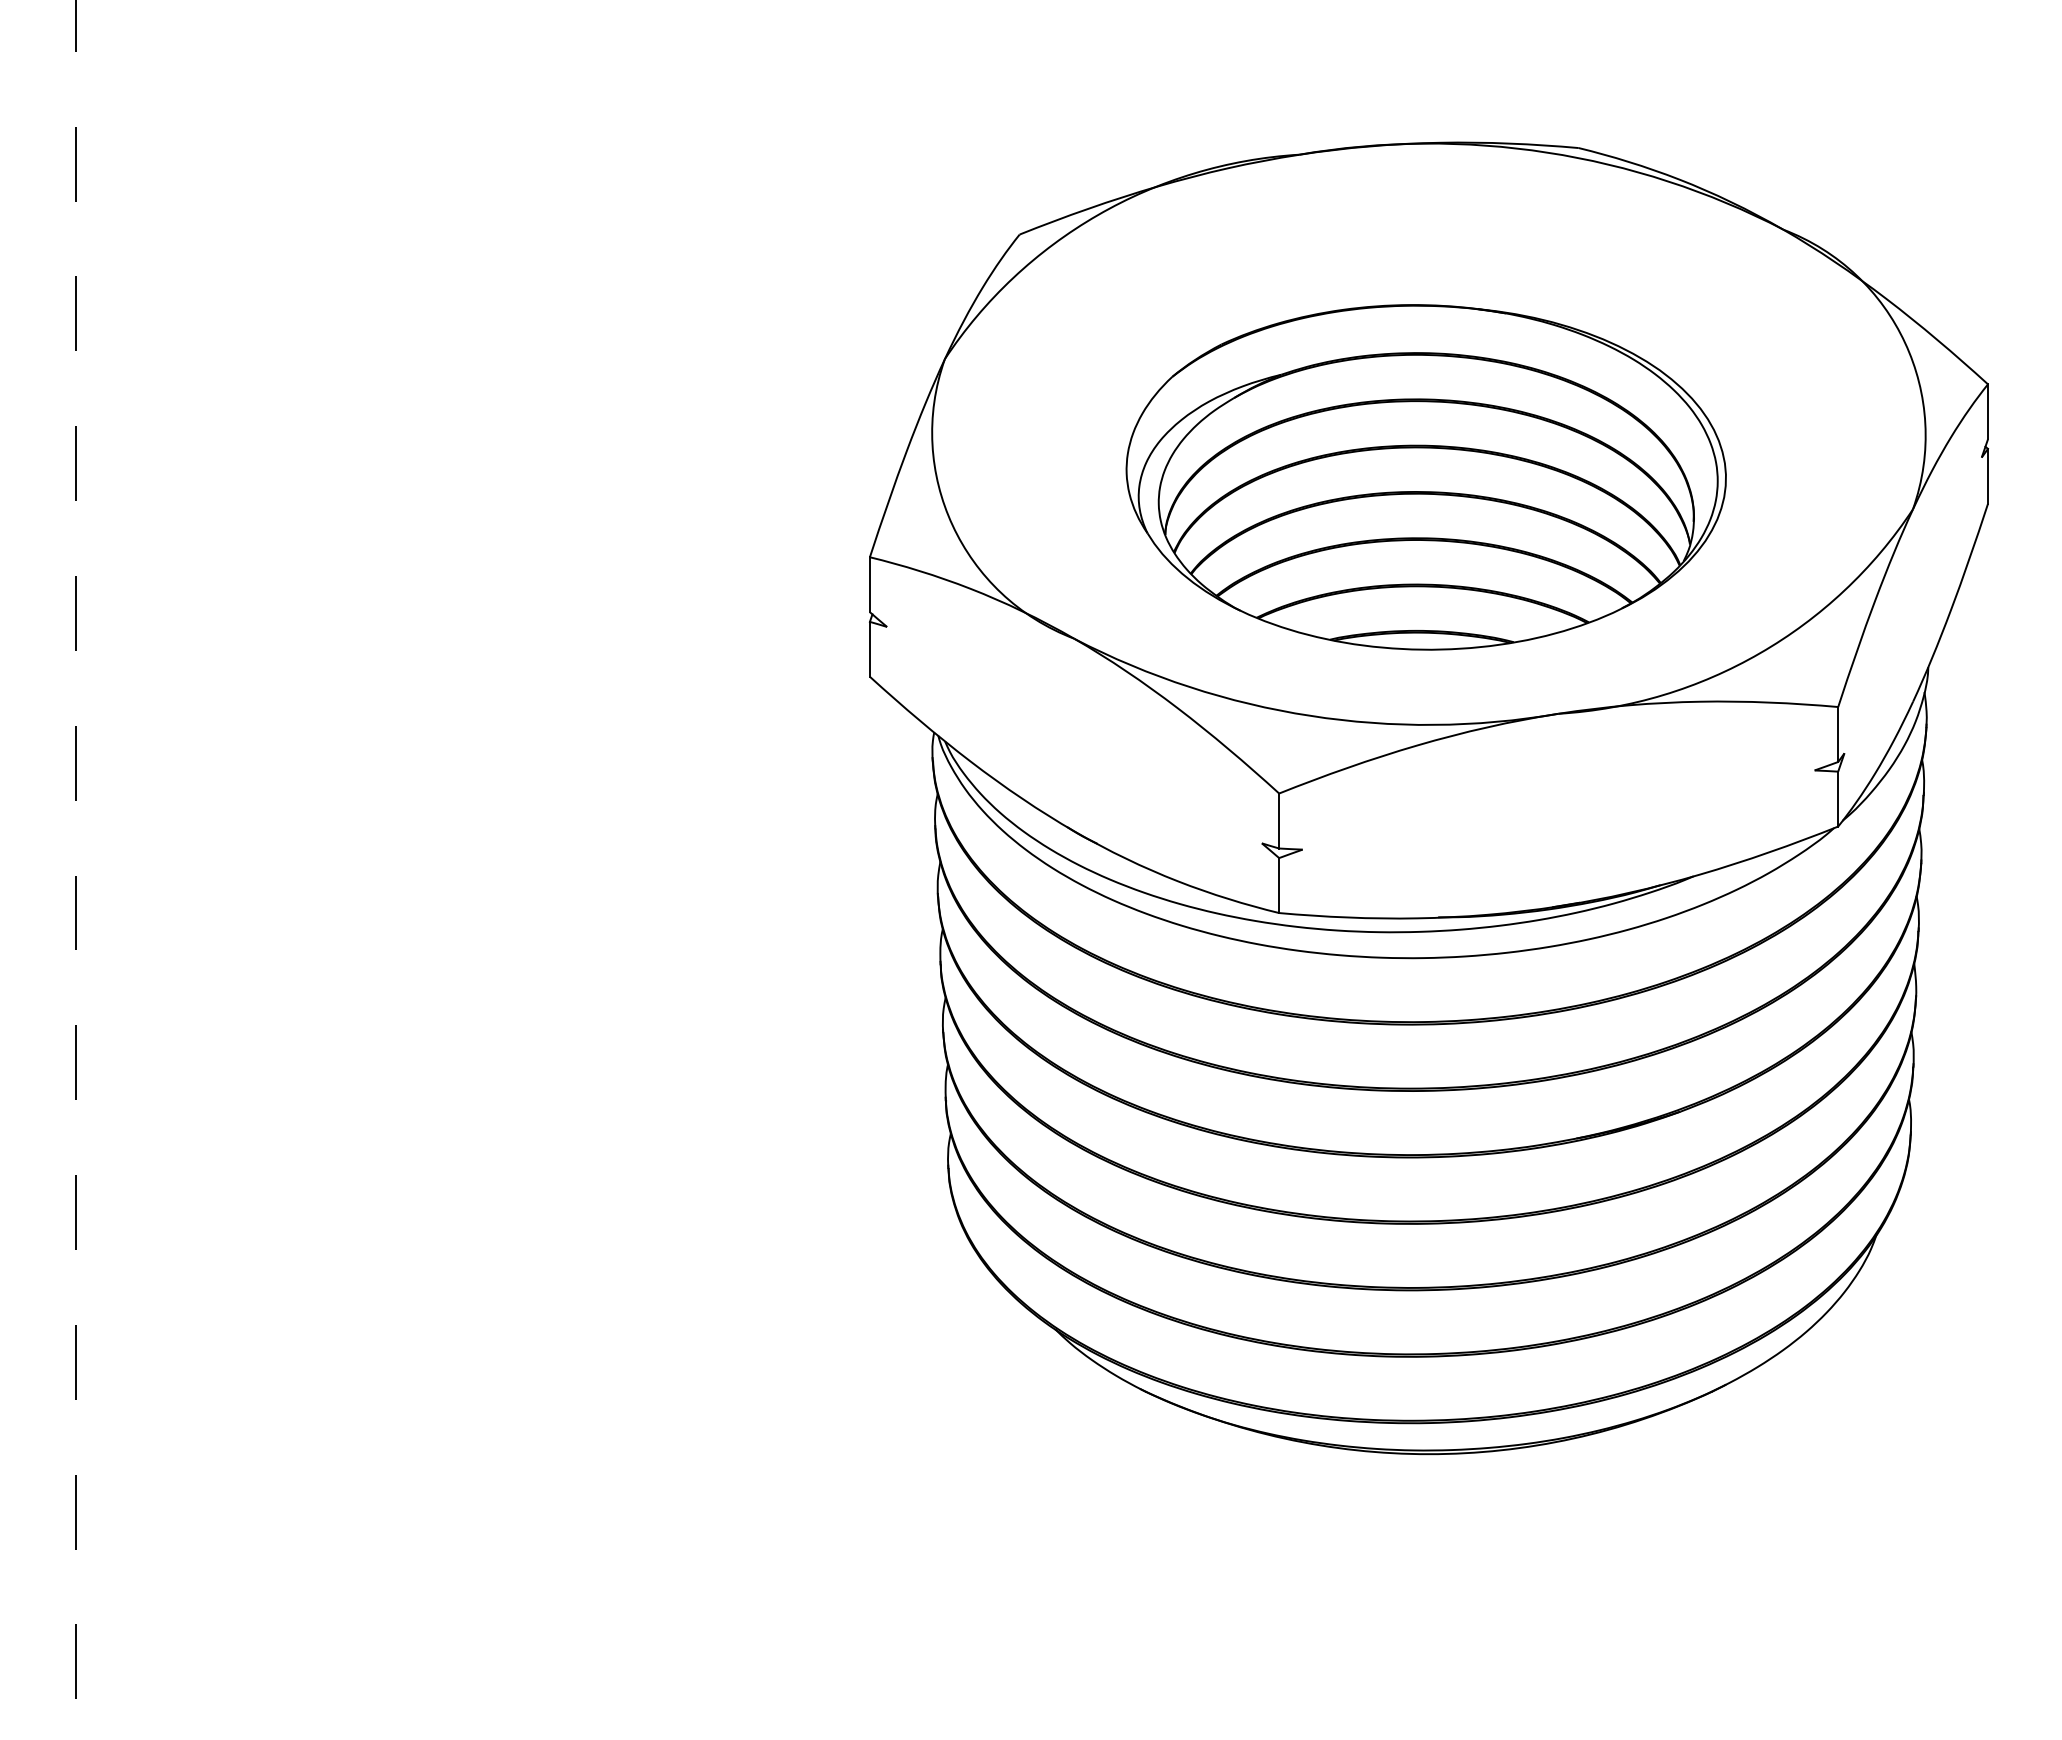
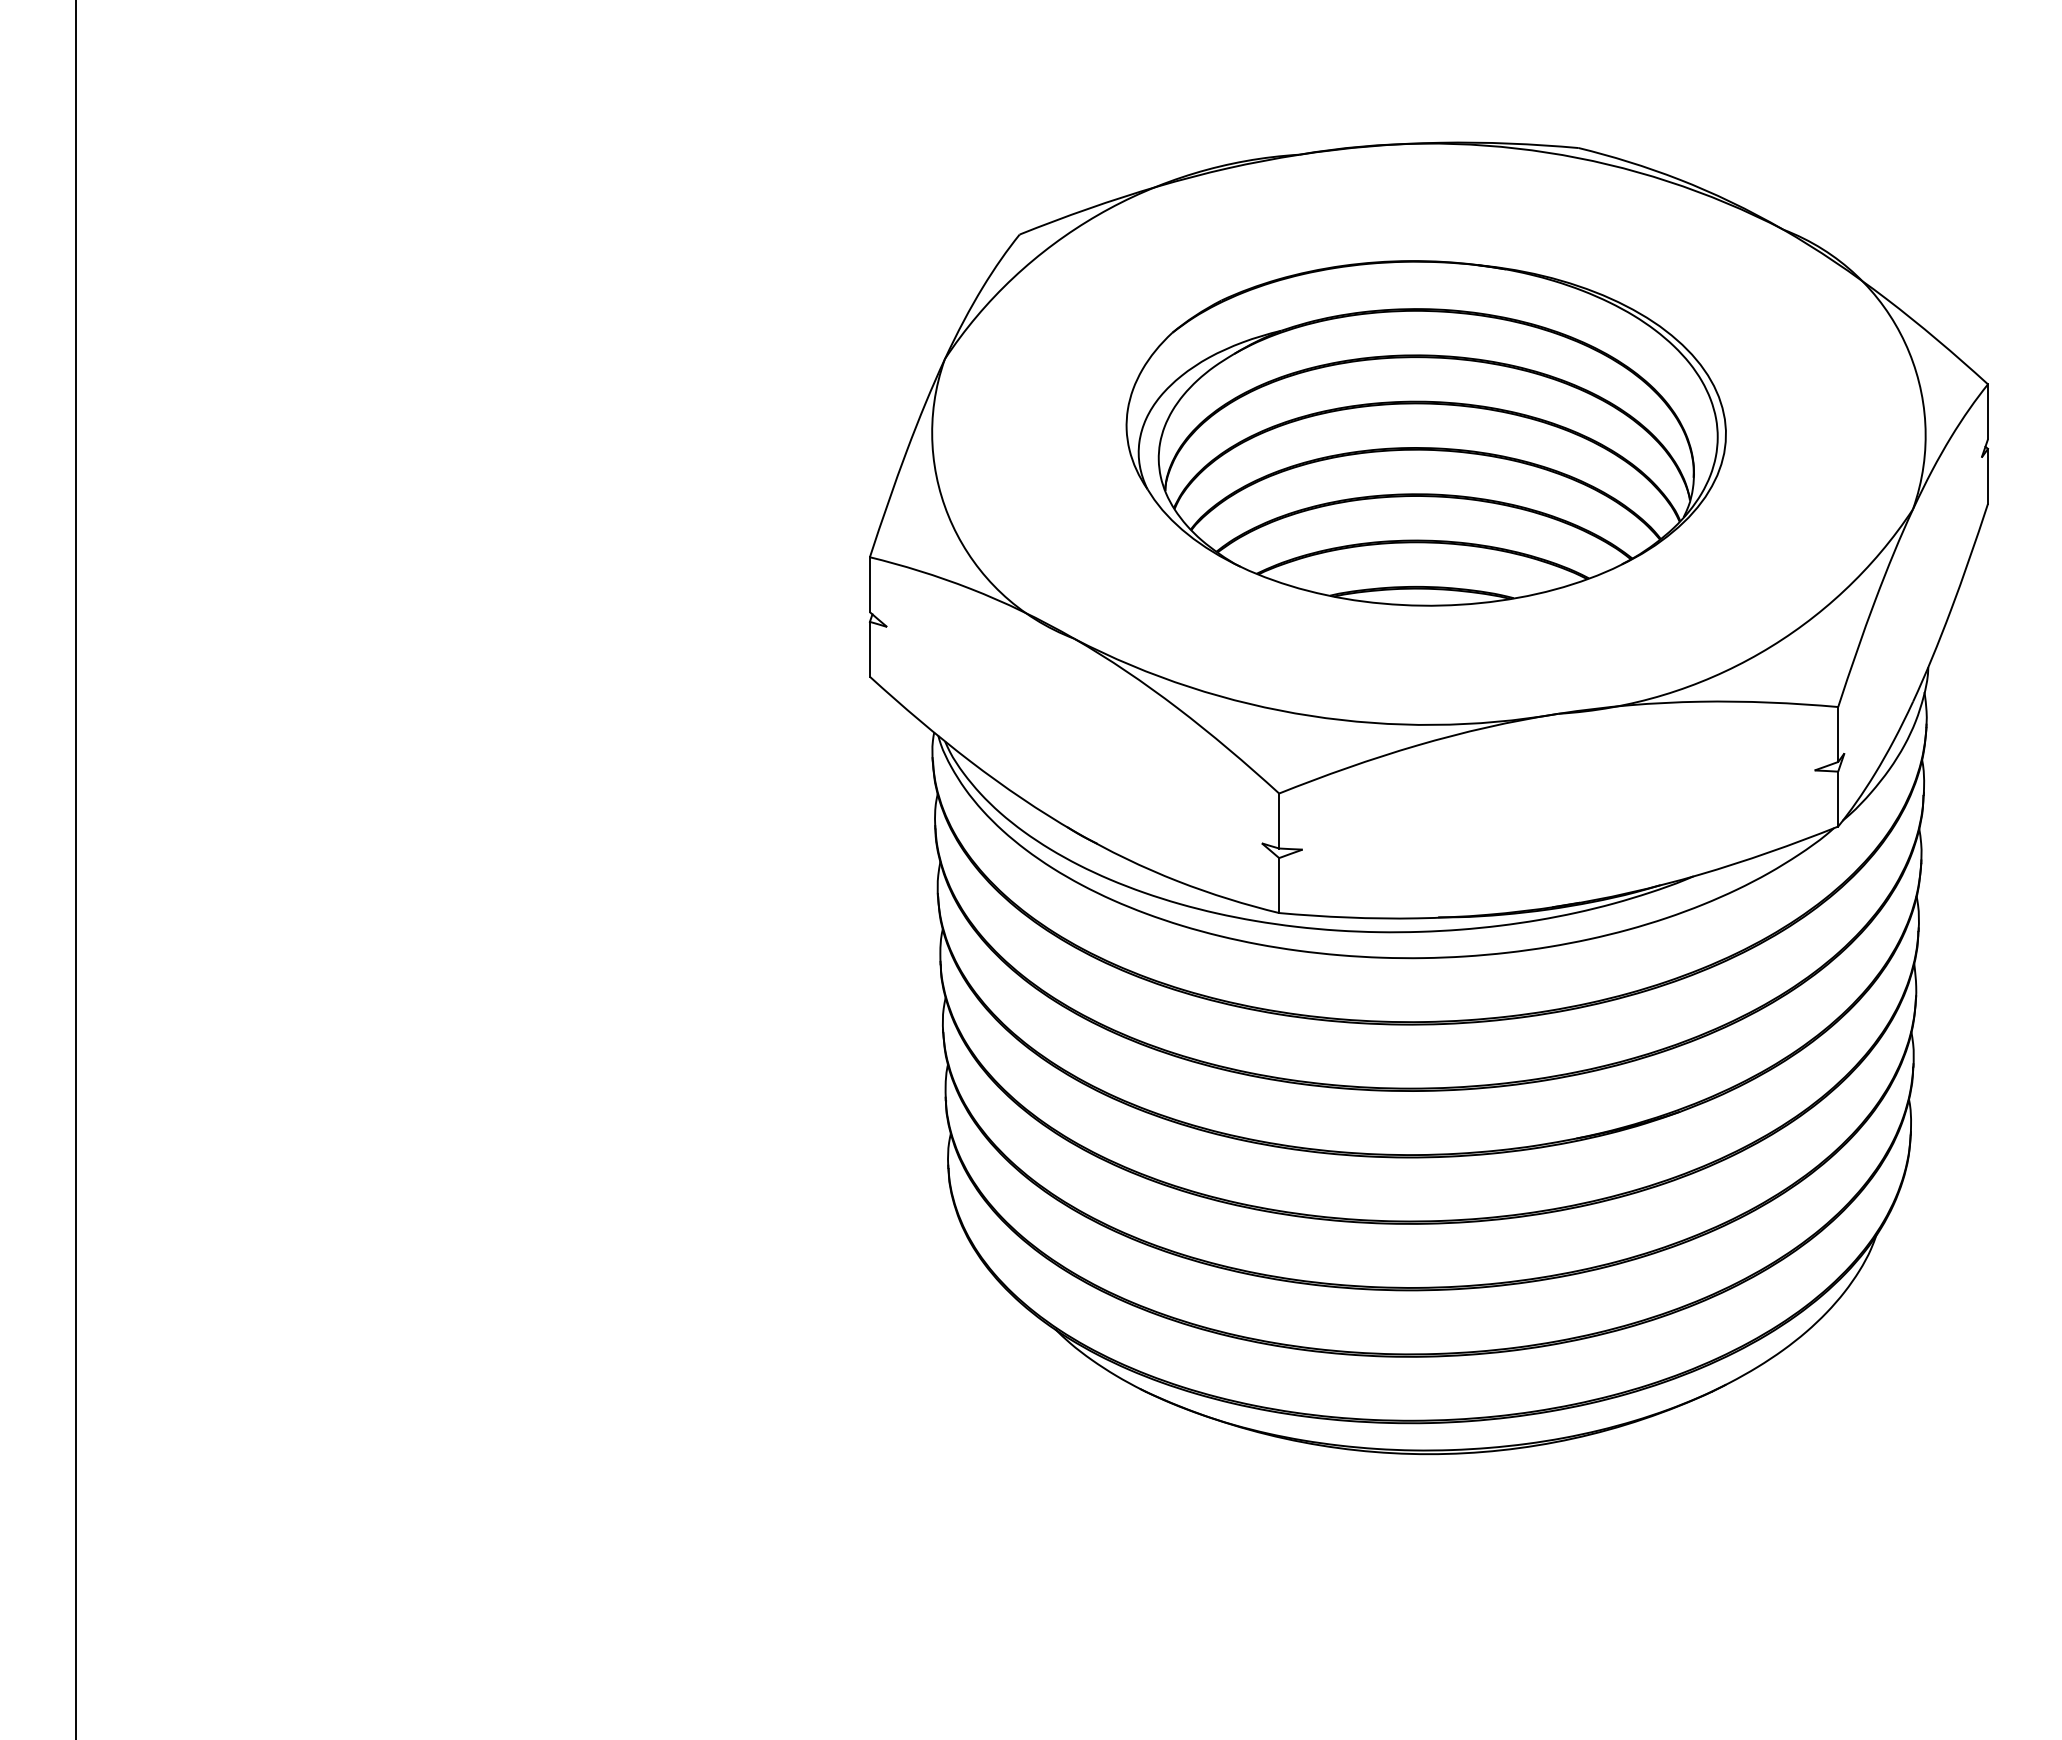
part at (1425, 477) position: (1425, 477) -> (1425, 433)
line at (76, 870): dashed -> solid
